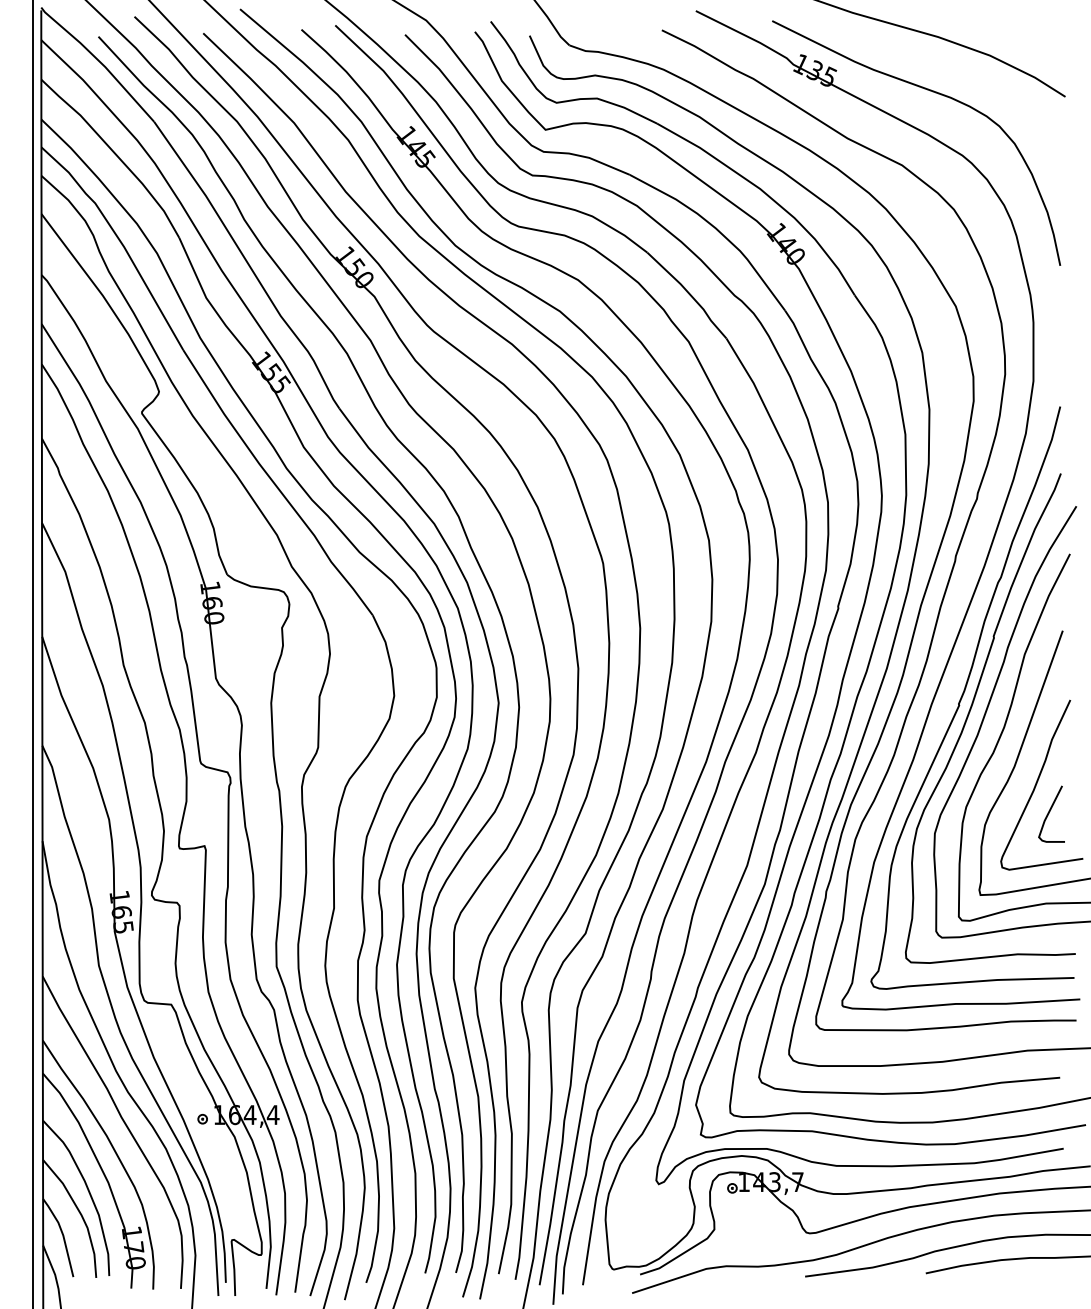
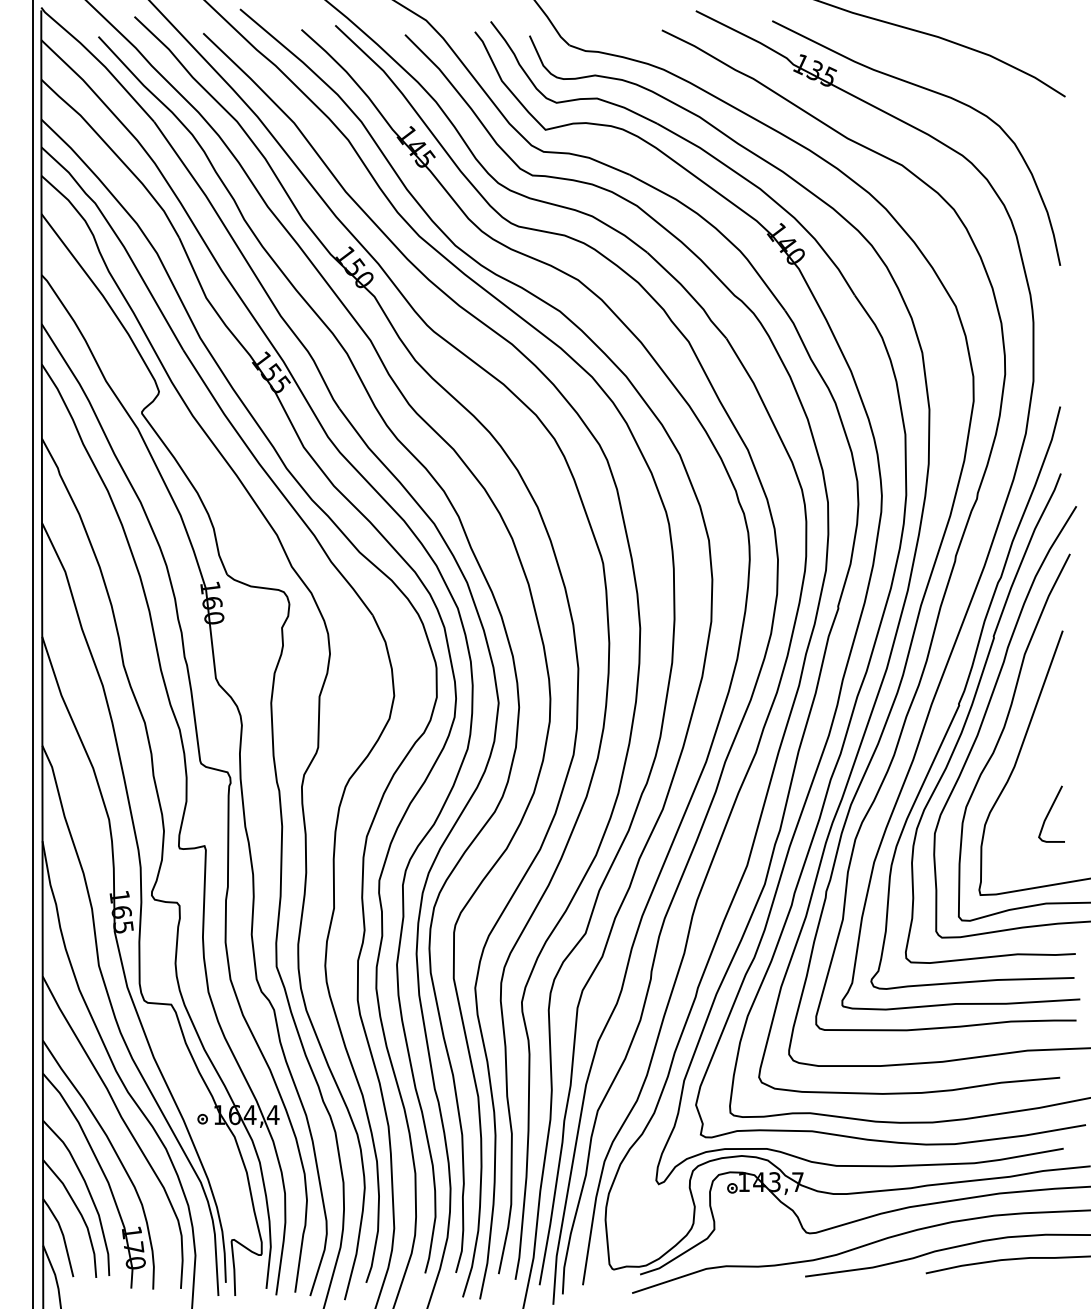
curve at (1037, 783): present -> none
